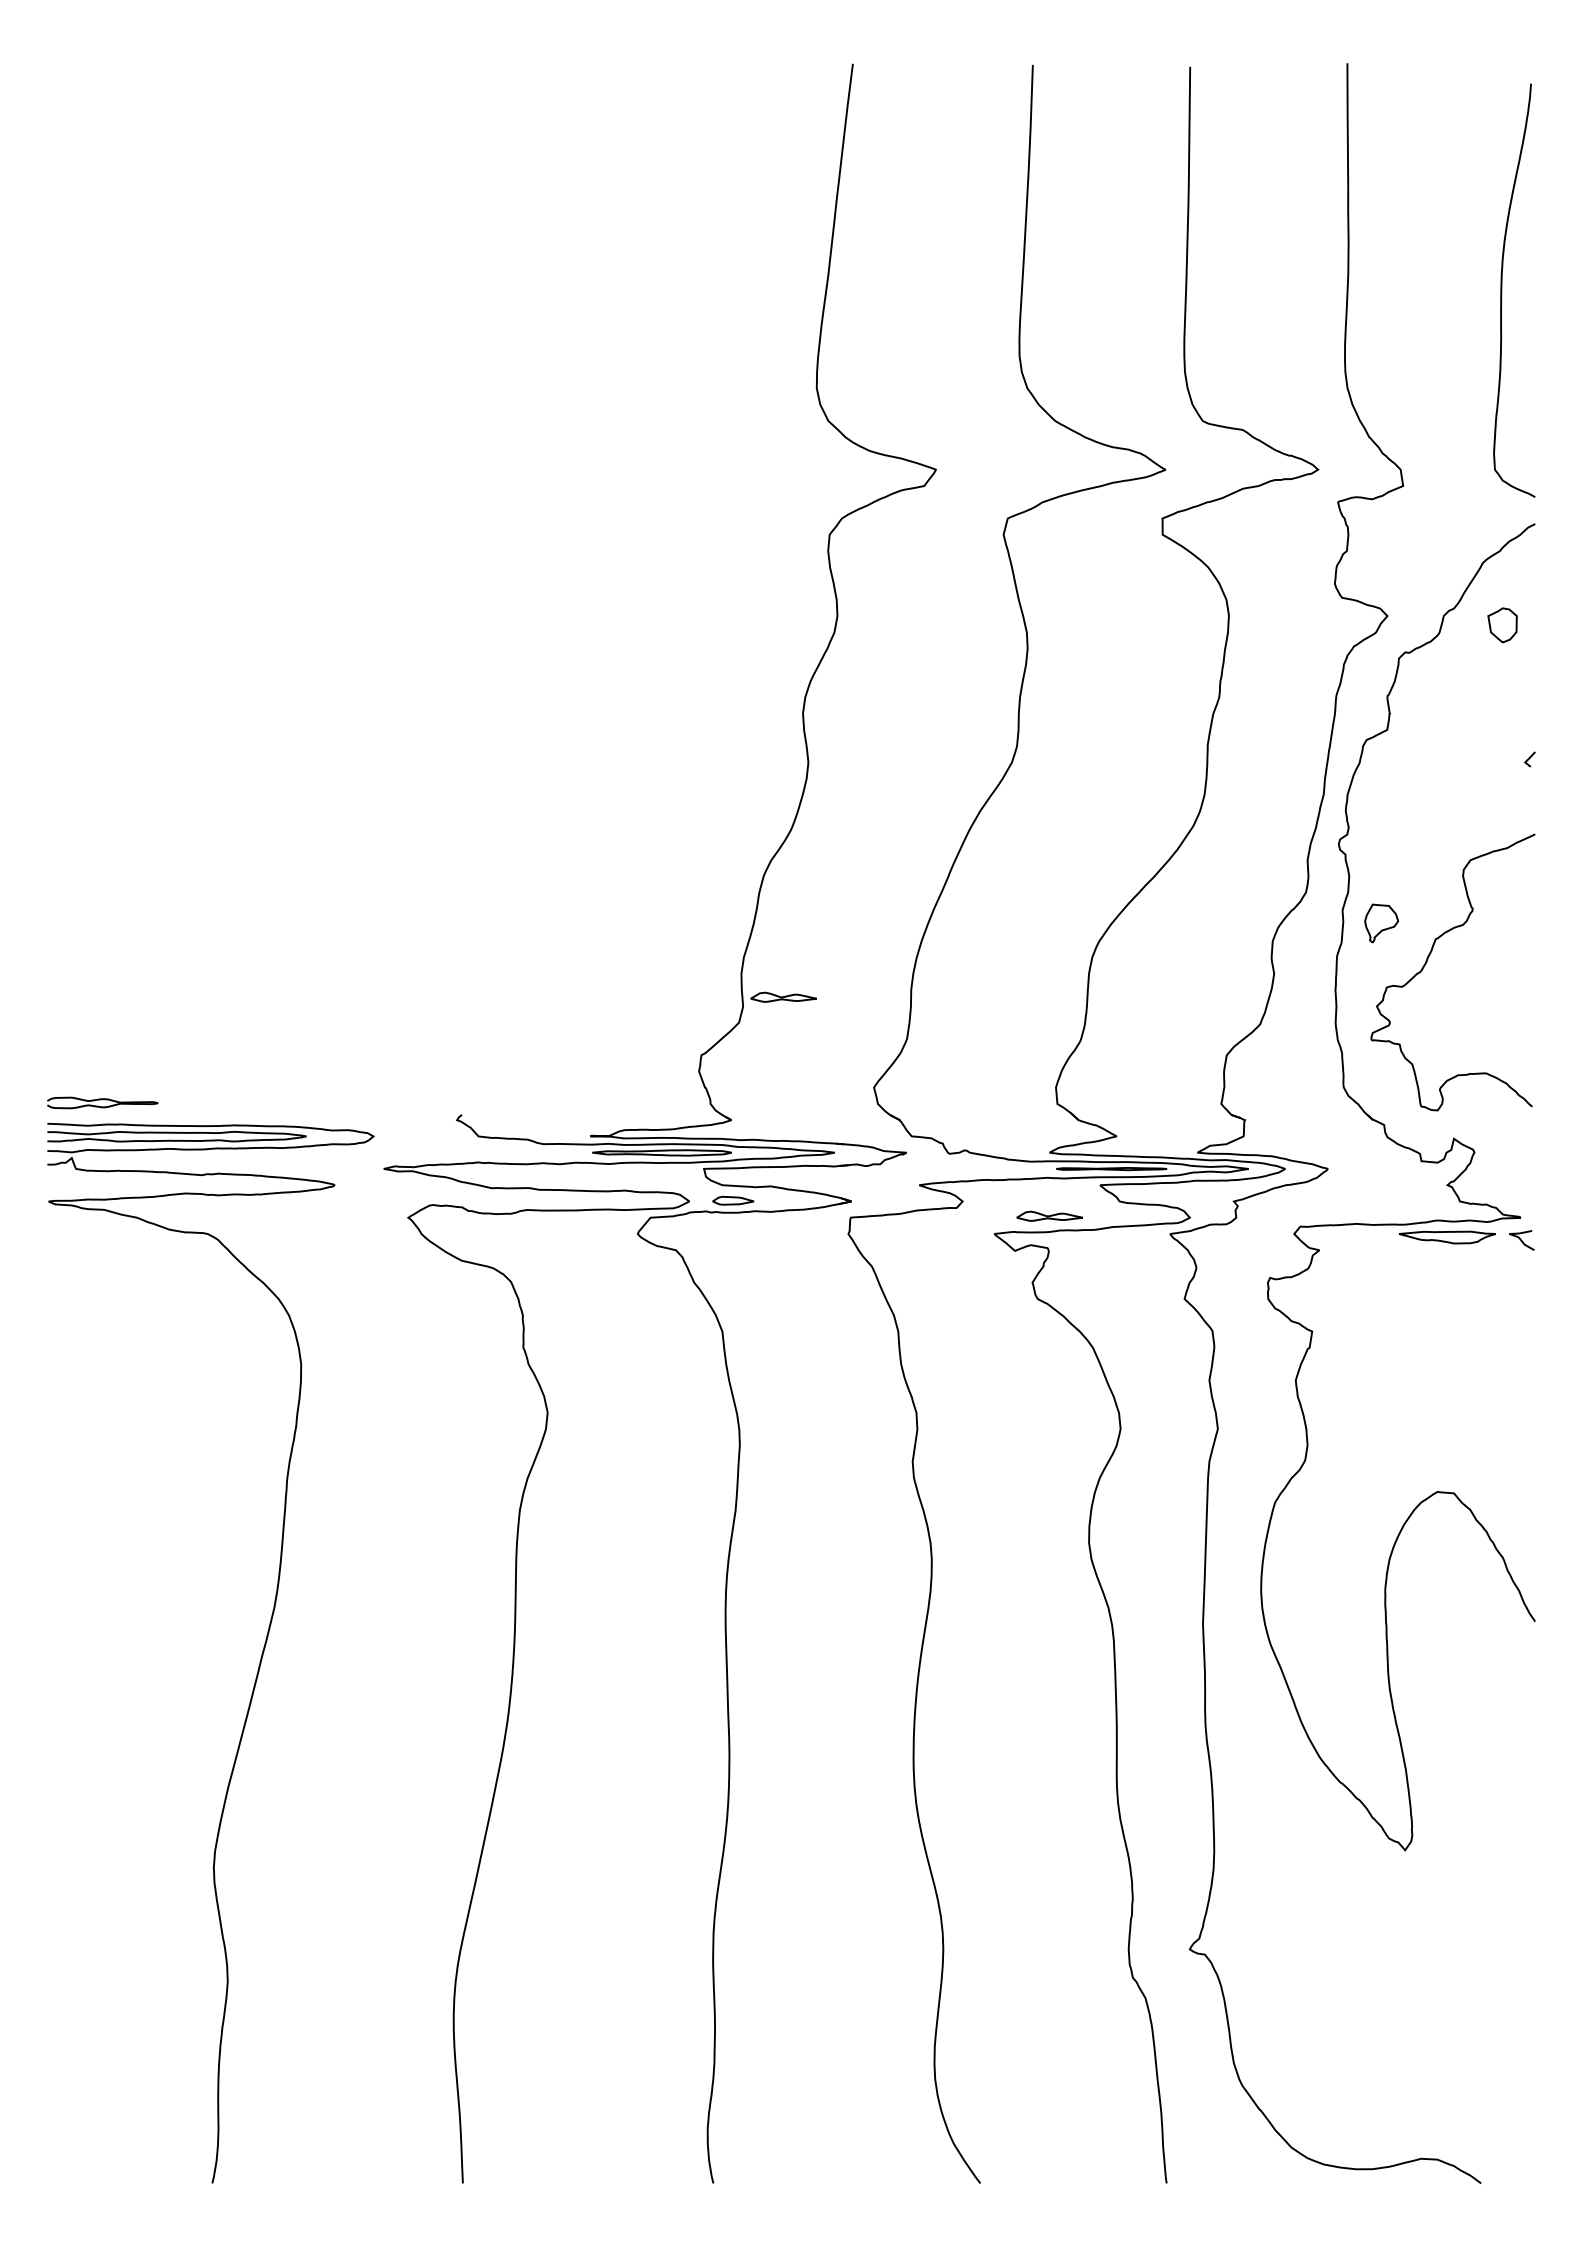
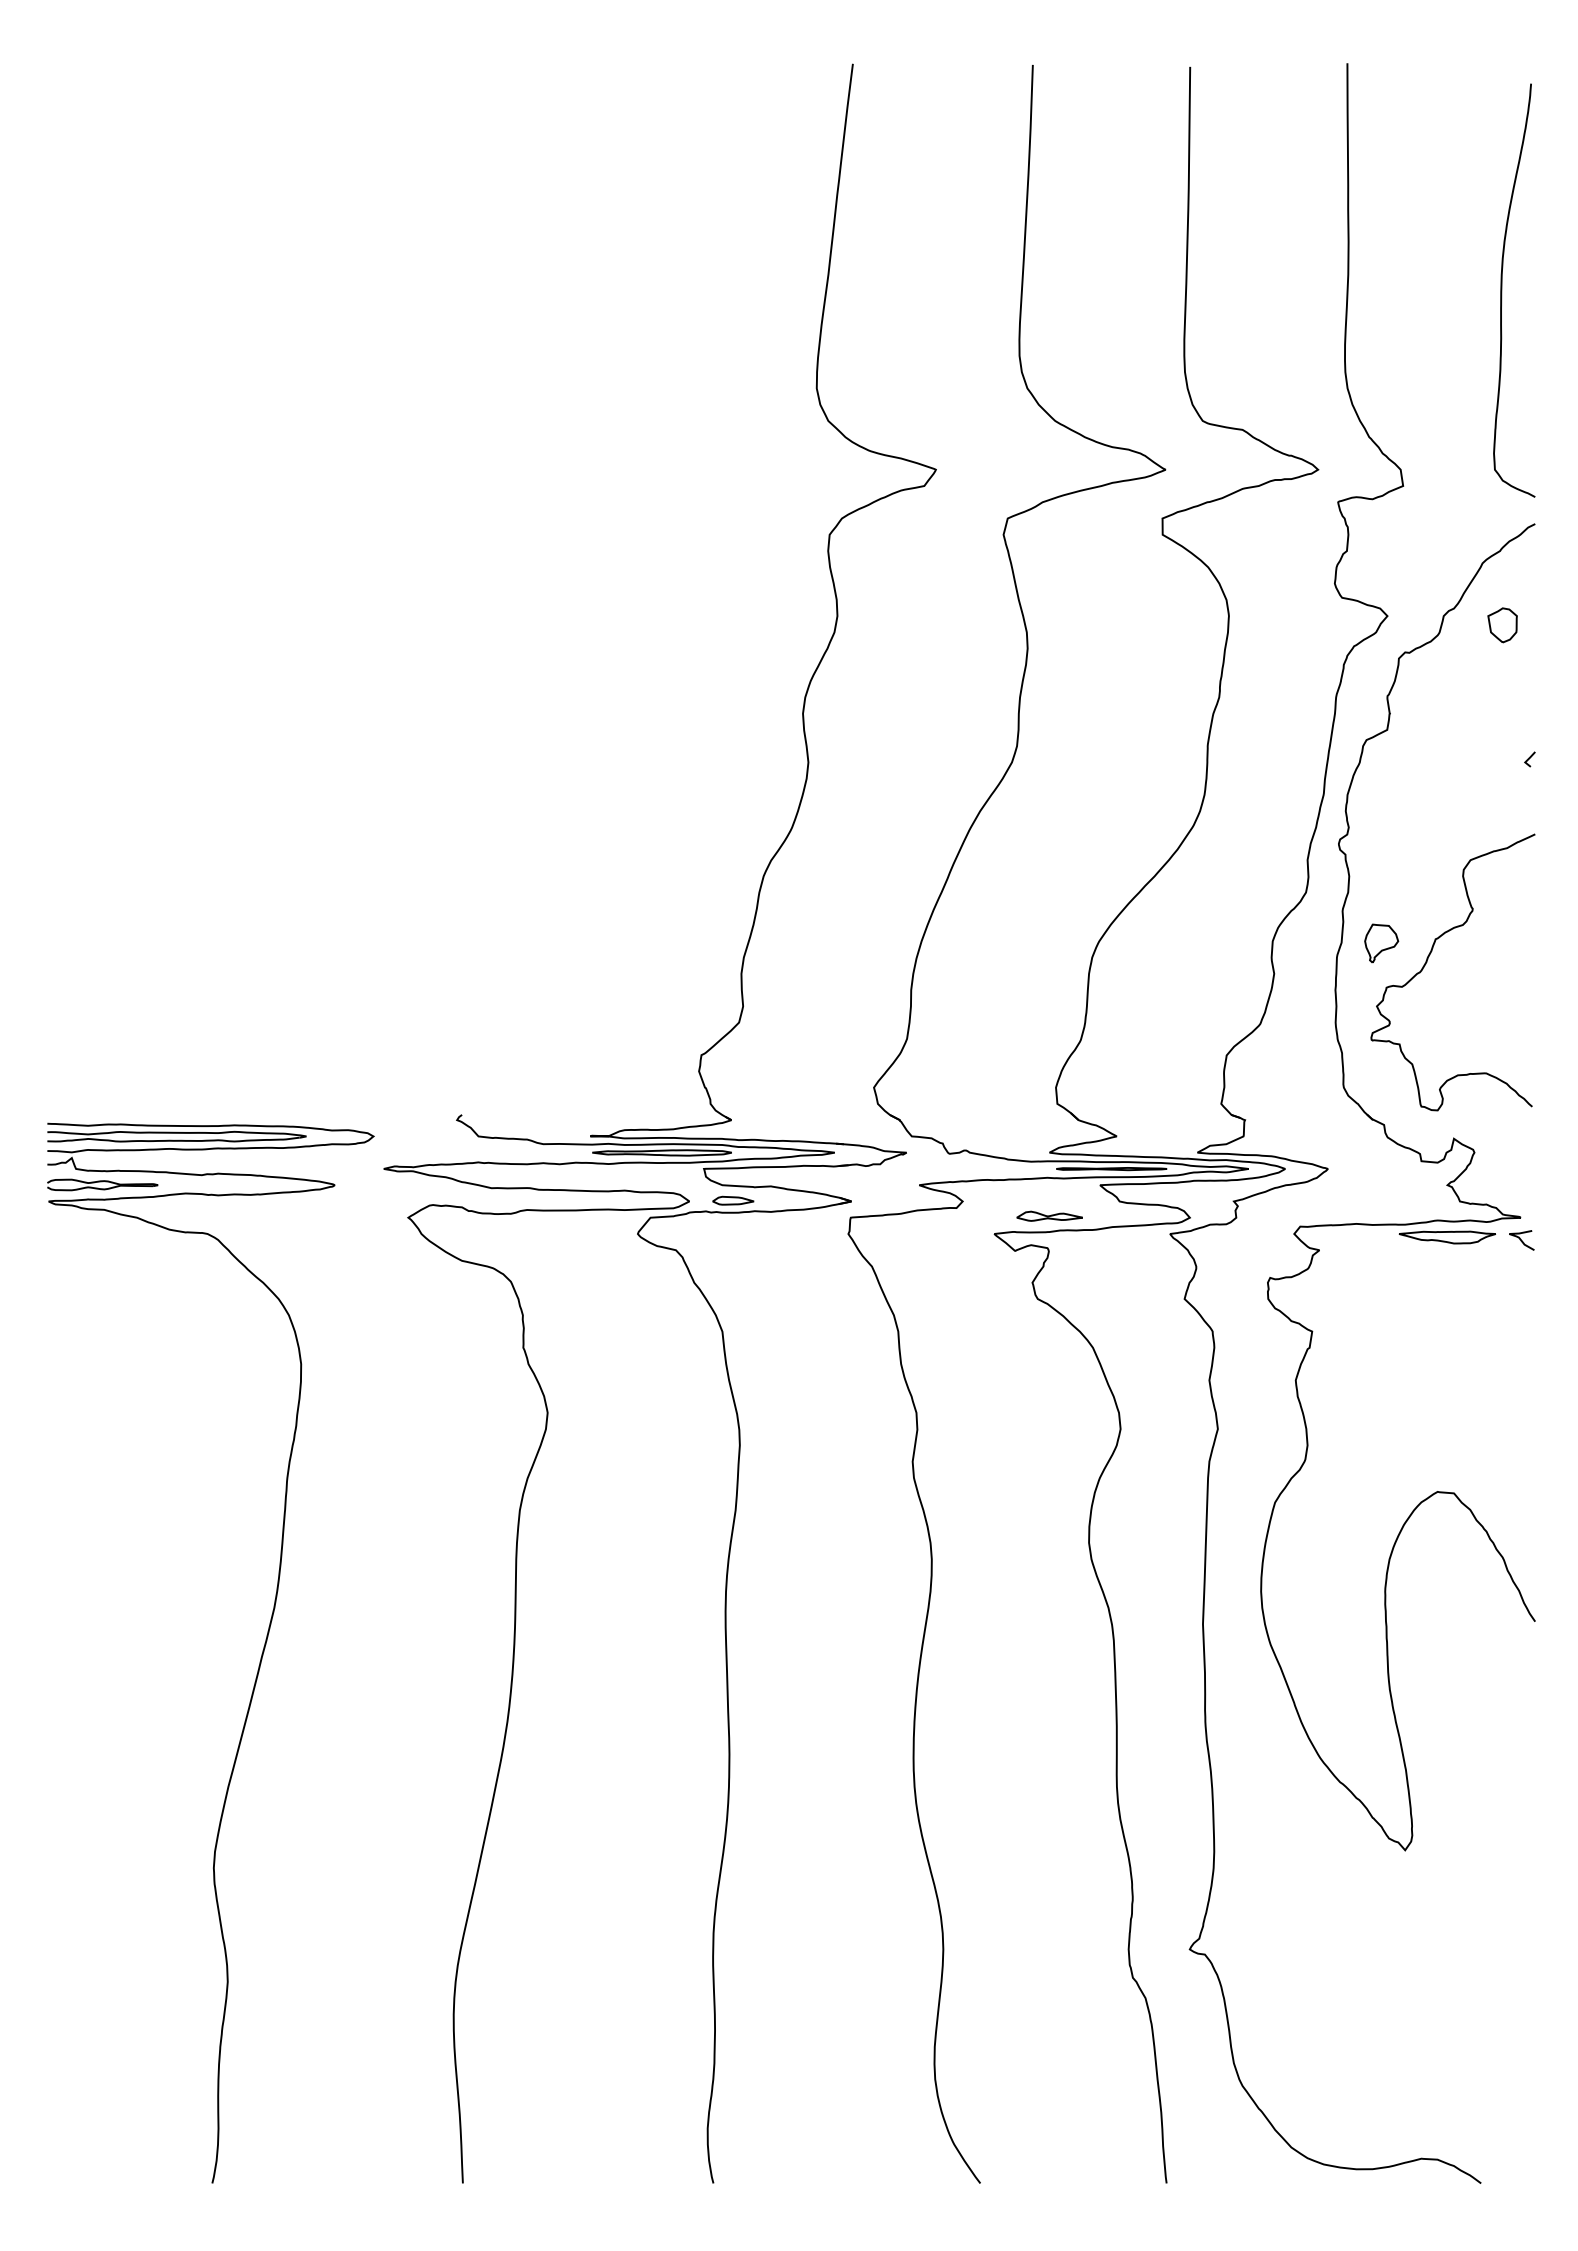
part at (1381, 923) position: (1381, 923) -> (1381, 943)
part at (783, 996): present -> none
part at (102, 1102) position: (102, 1102) -> (102, 1184)
